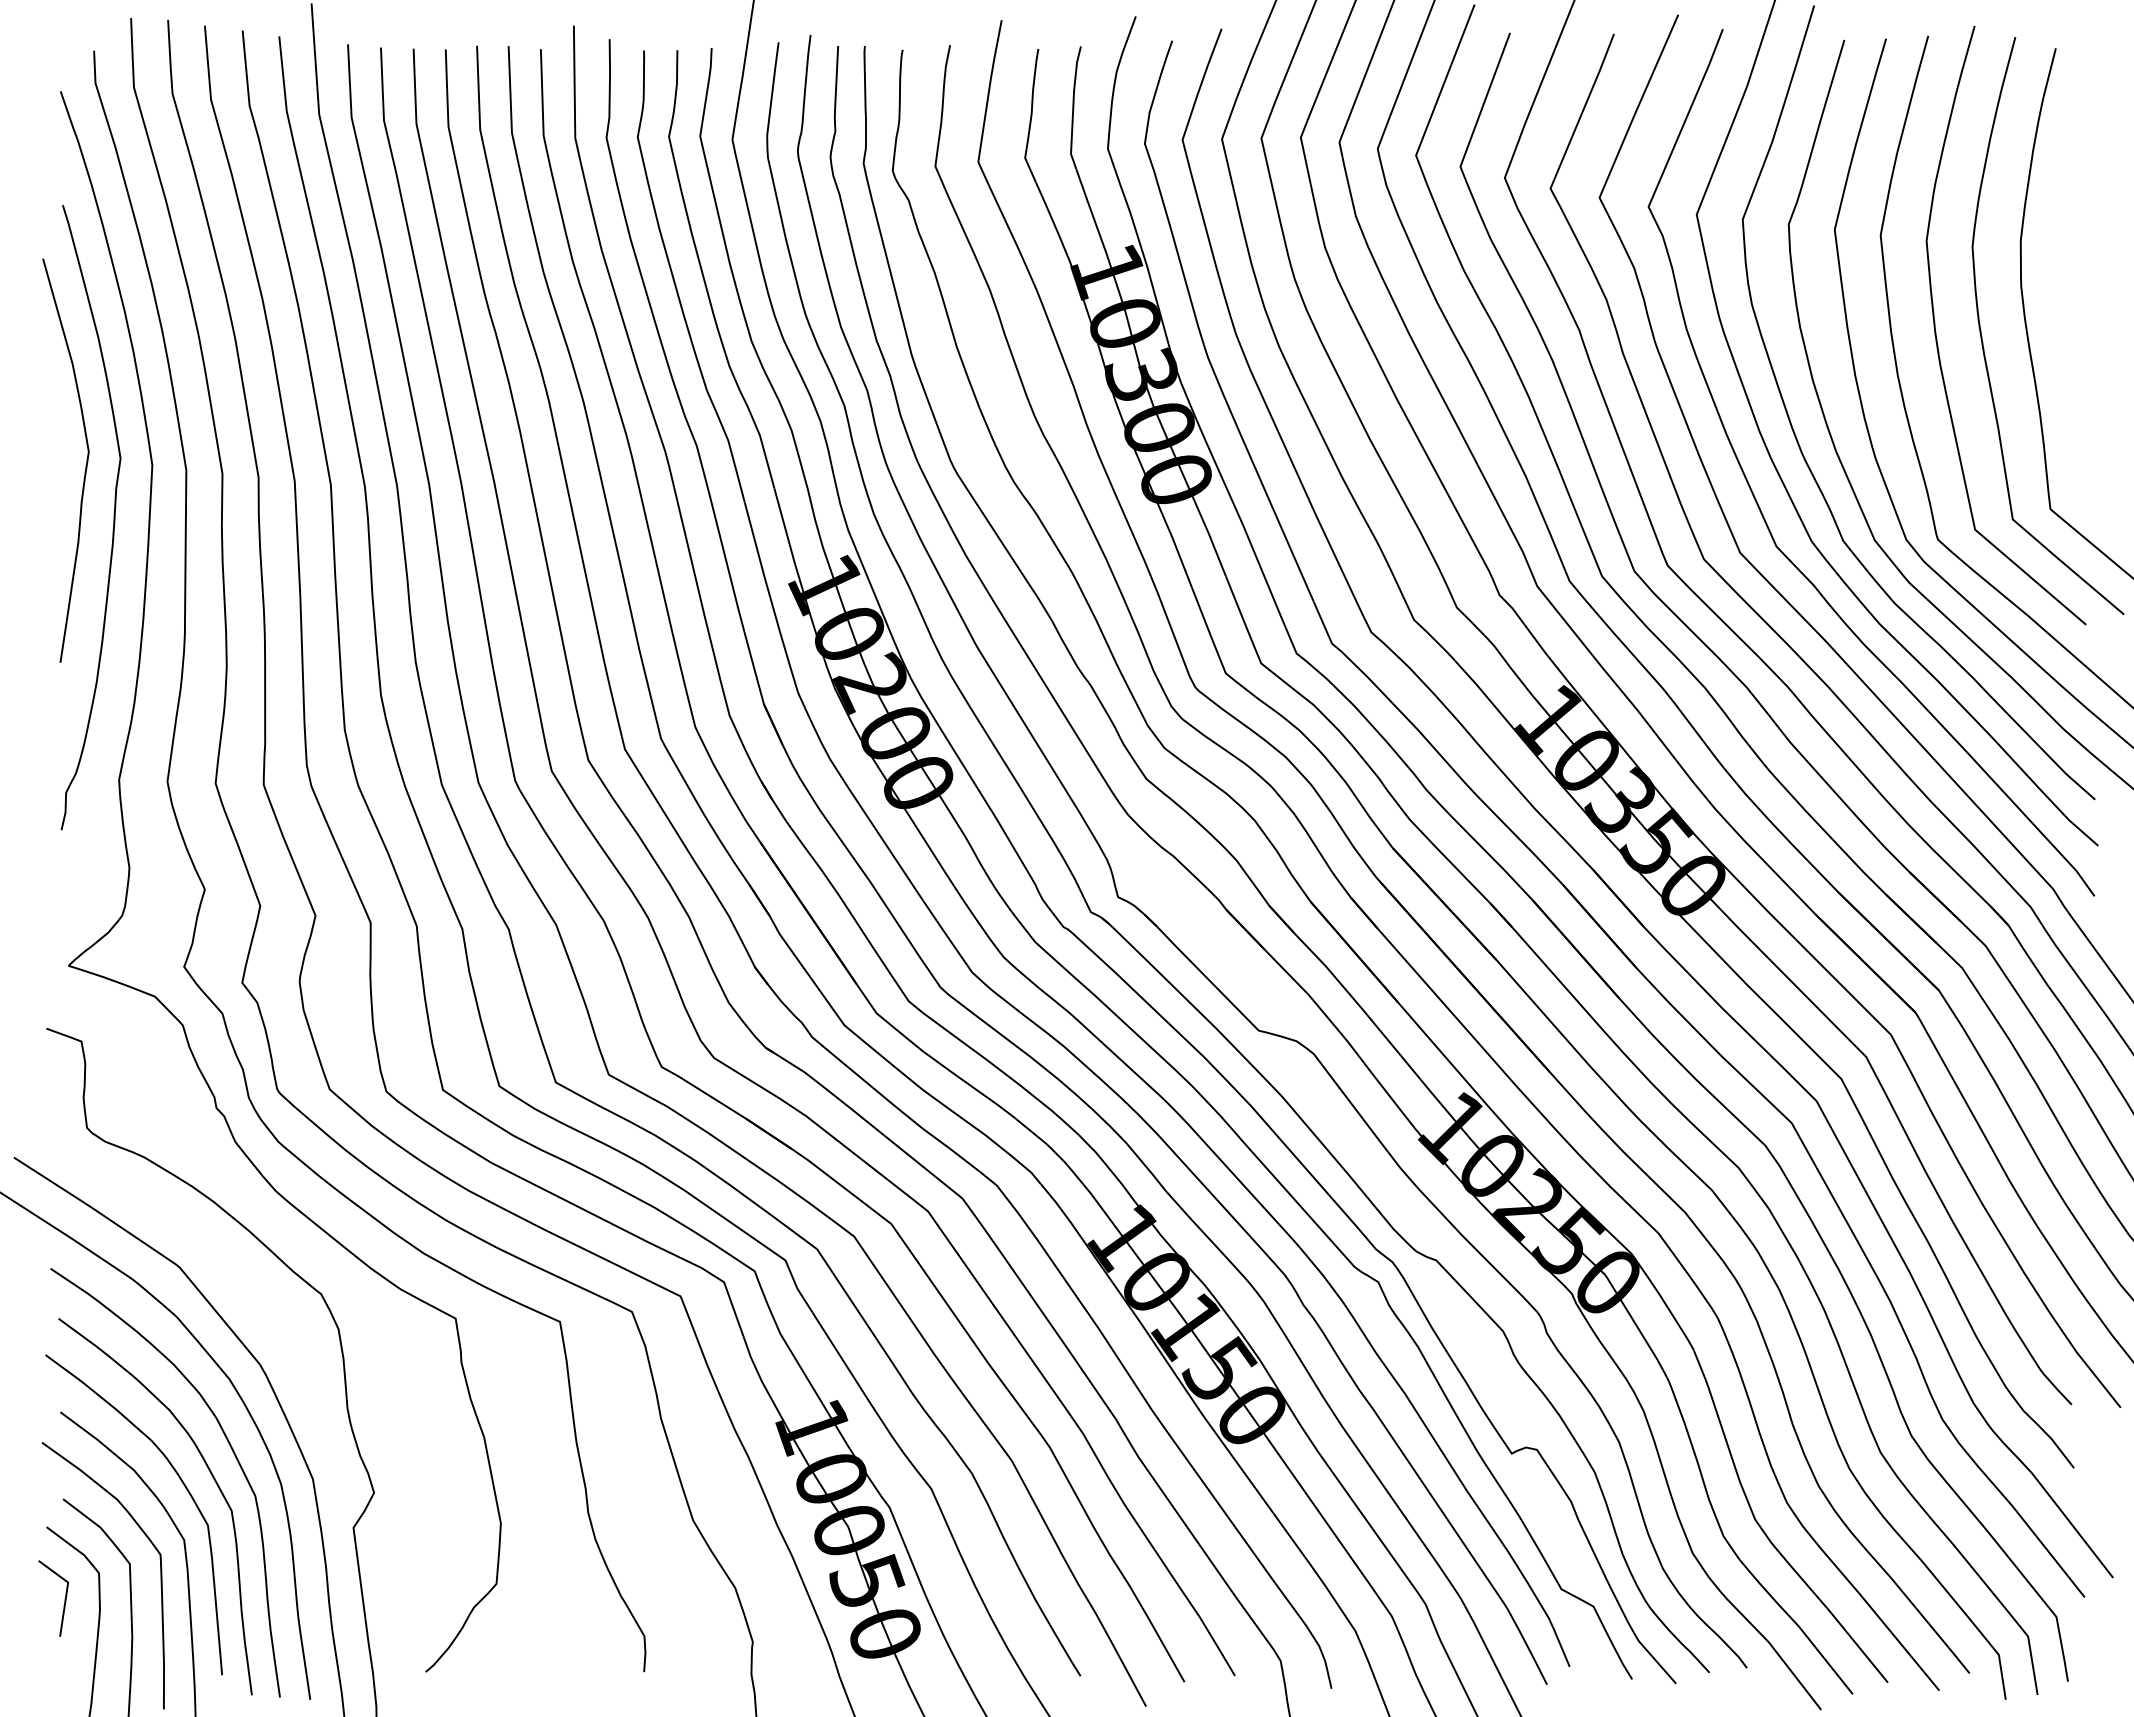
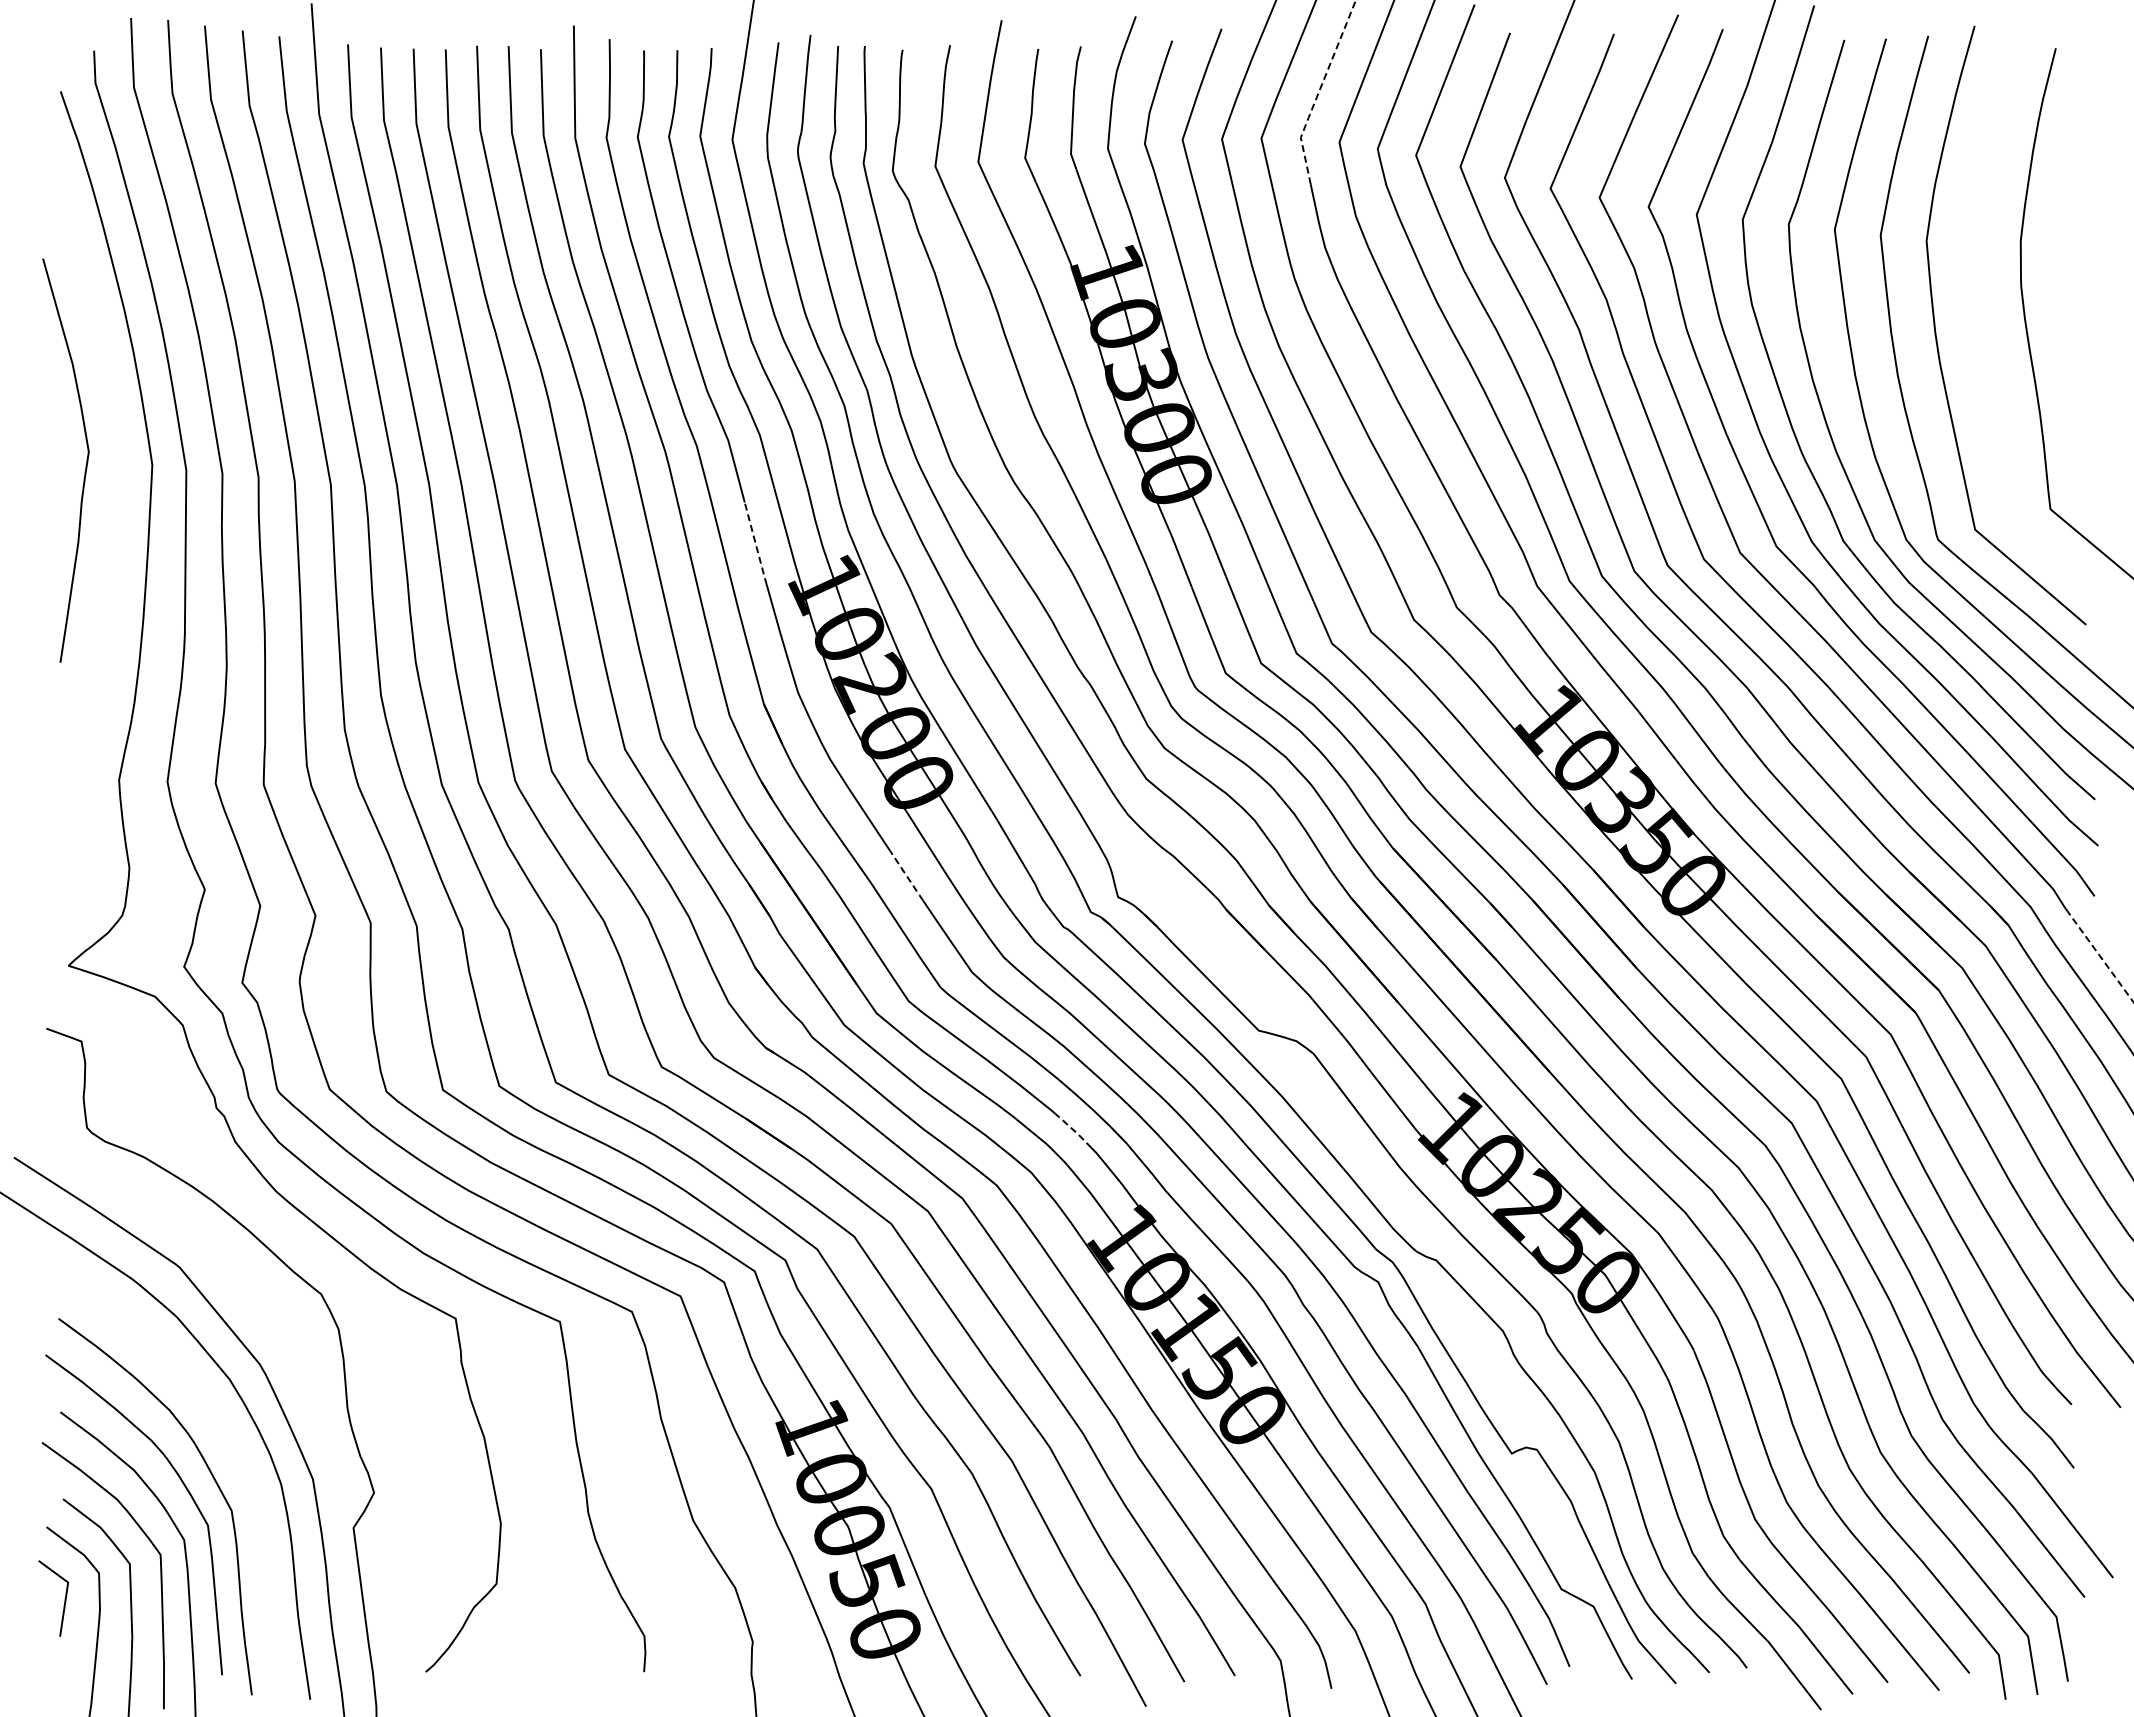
line at (1319, 91): solid -> dashed
curve at (1982, 336): present -> none
curve at (113, 517): present -> none
line at (755, 544): solid -> dashed
line at (906, 876): solid -> dashed
line at (2099, 955): solid -> dashed
line at (1073, 1130): solid -> dashed
curve at (234, 1456): present -> none
